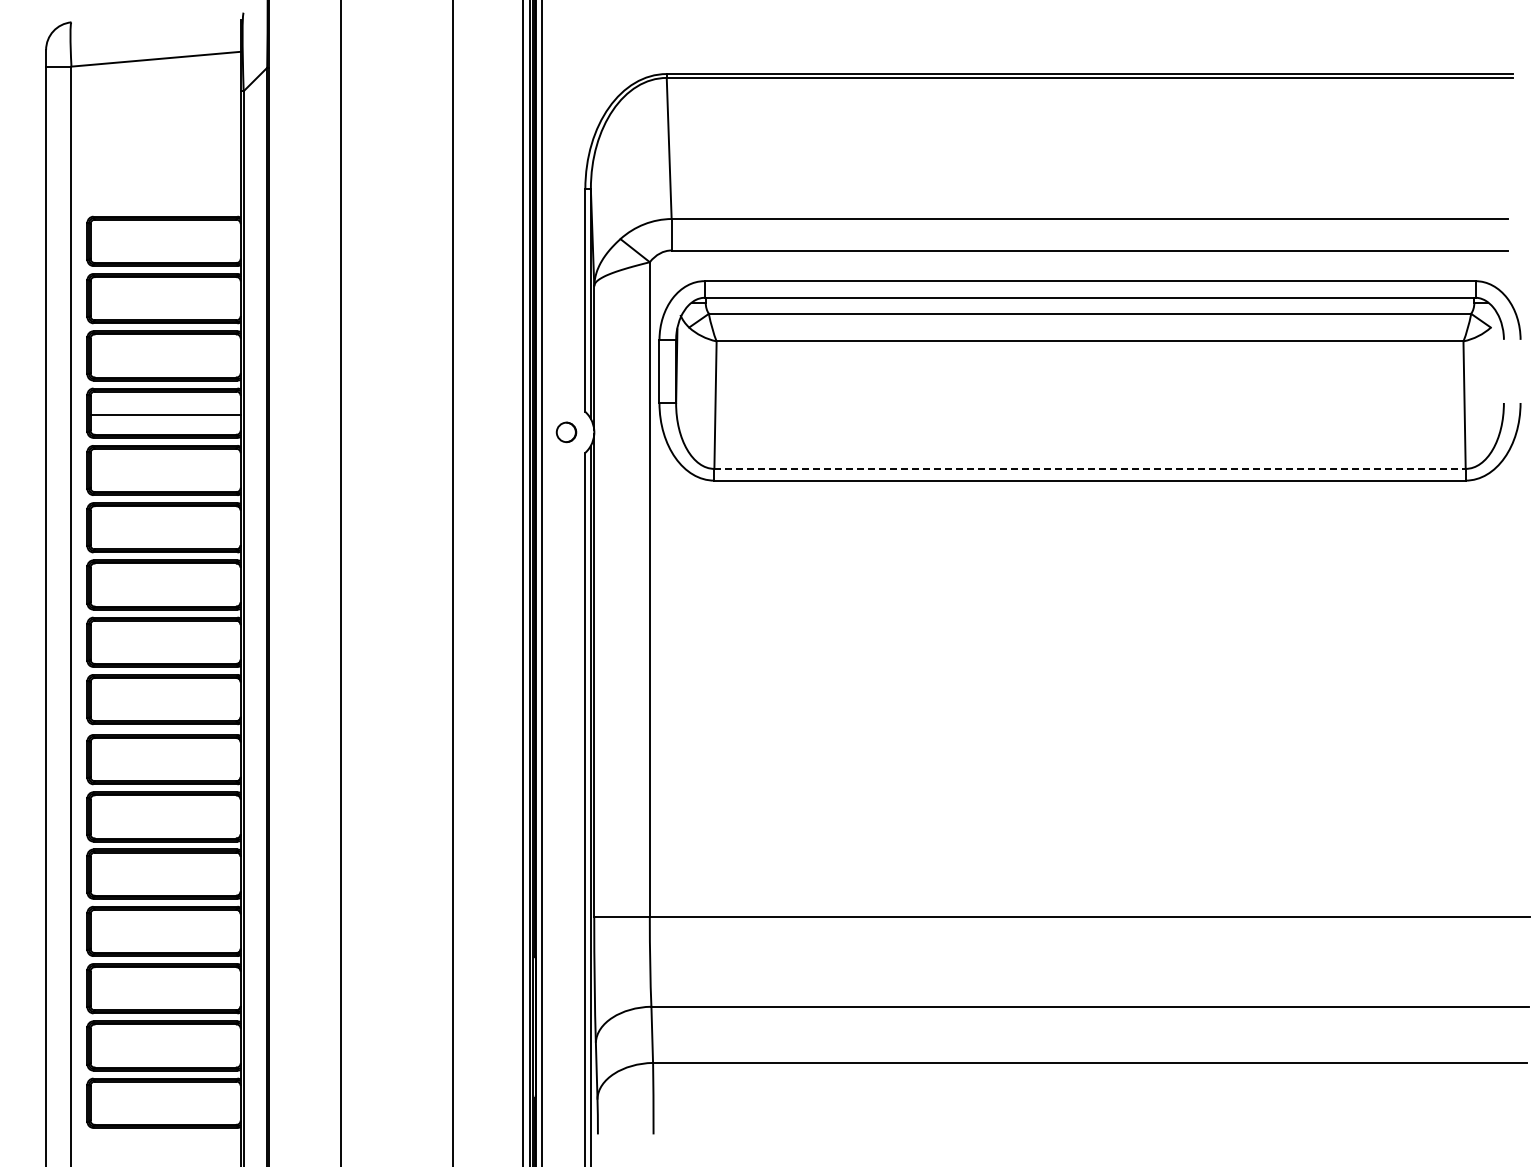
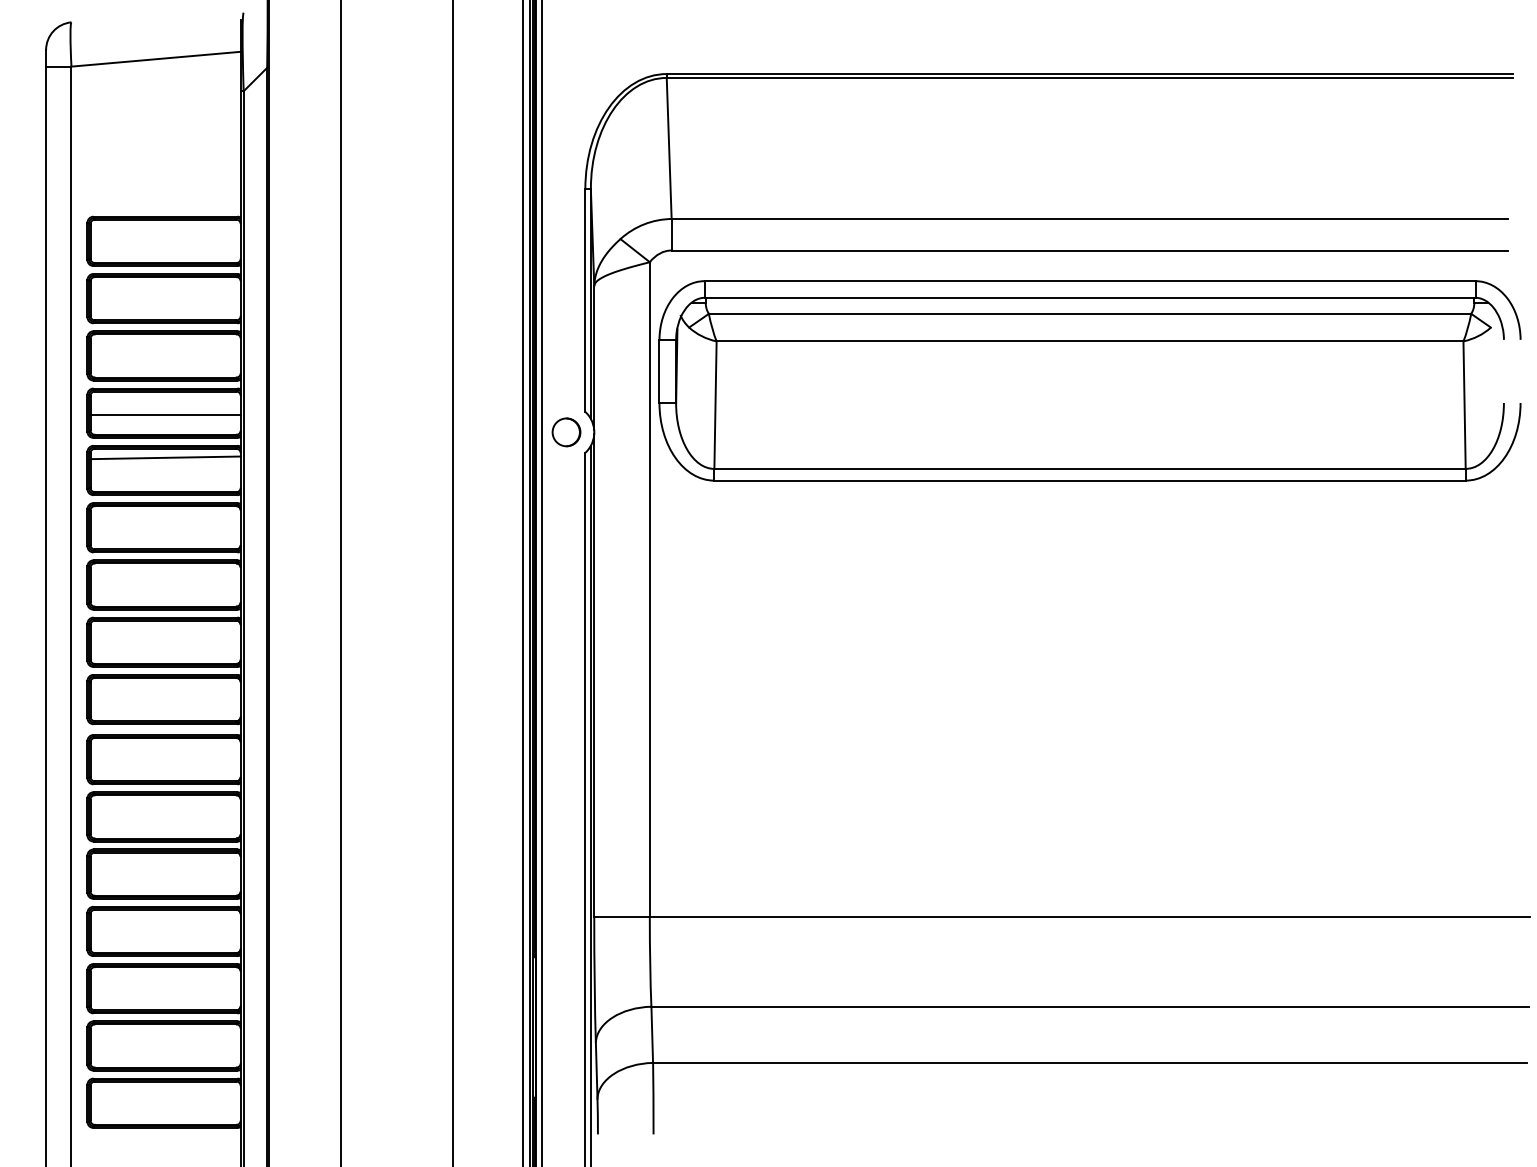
part at (566, 432) size: 23x23 px -> 31x31 px
line at (165, 457): none -> present
line at (1090, 468): dashed -> solid
